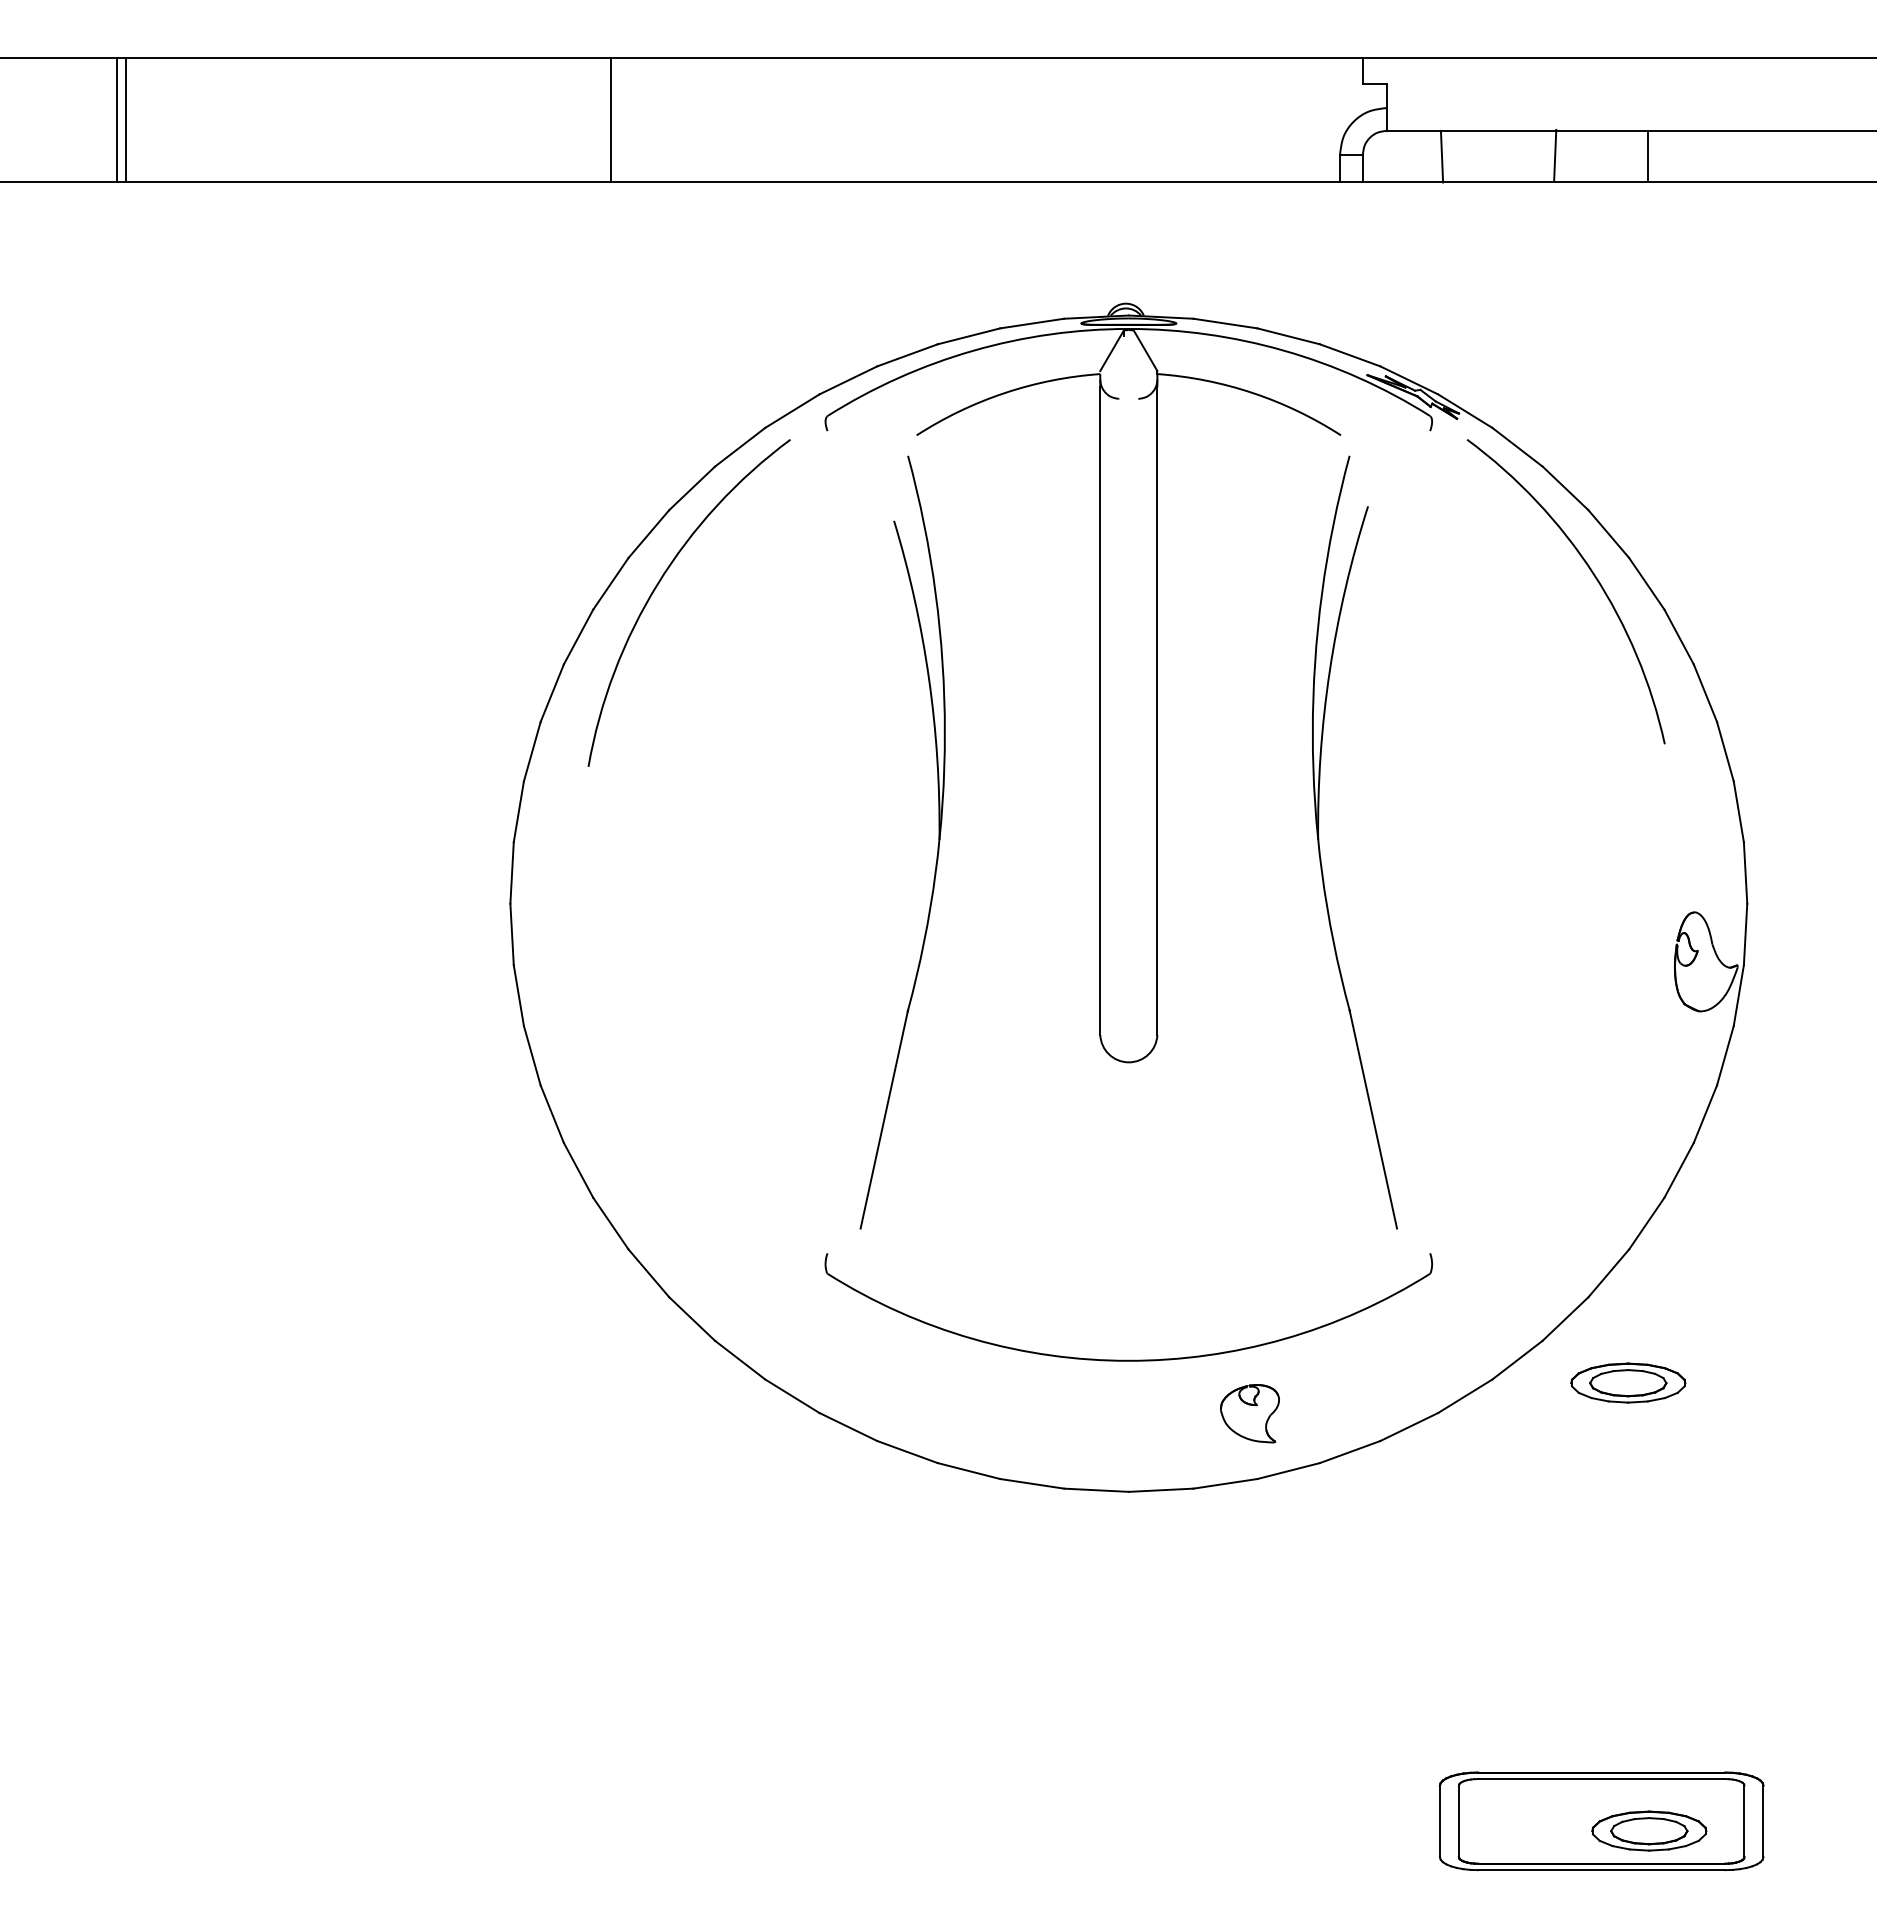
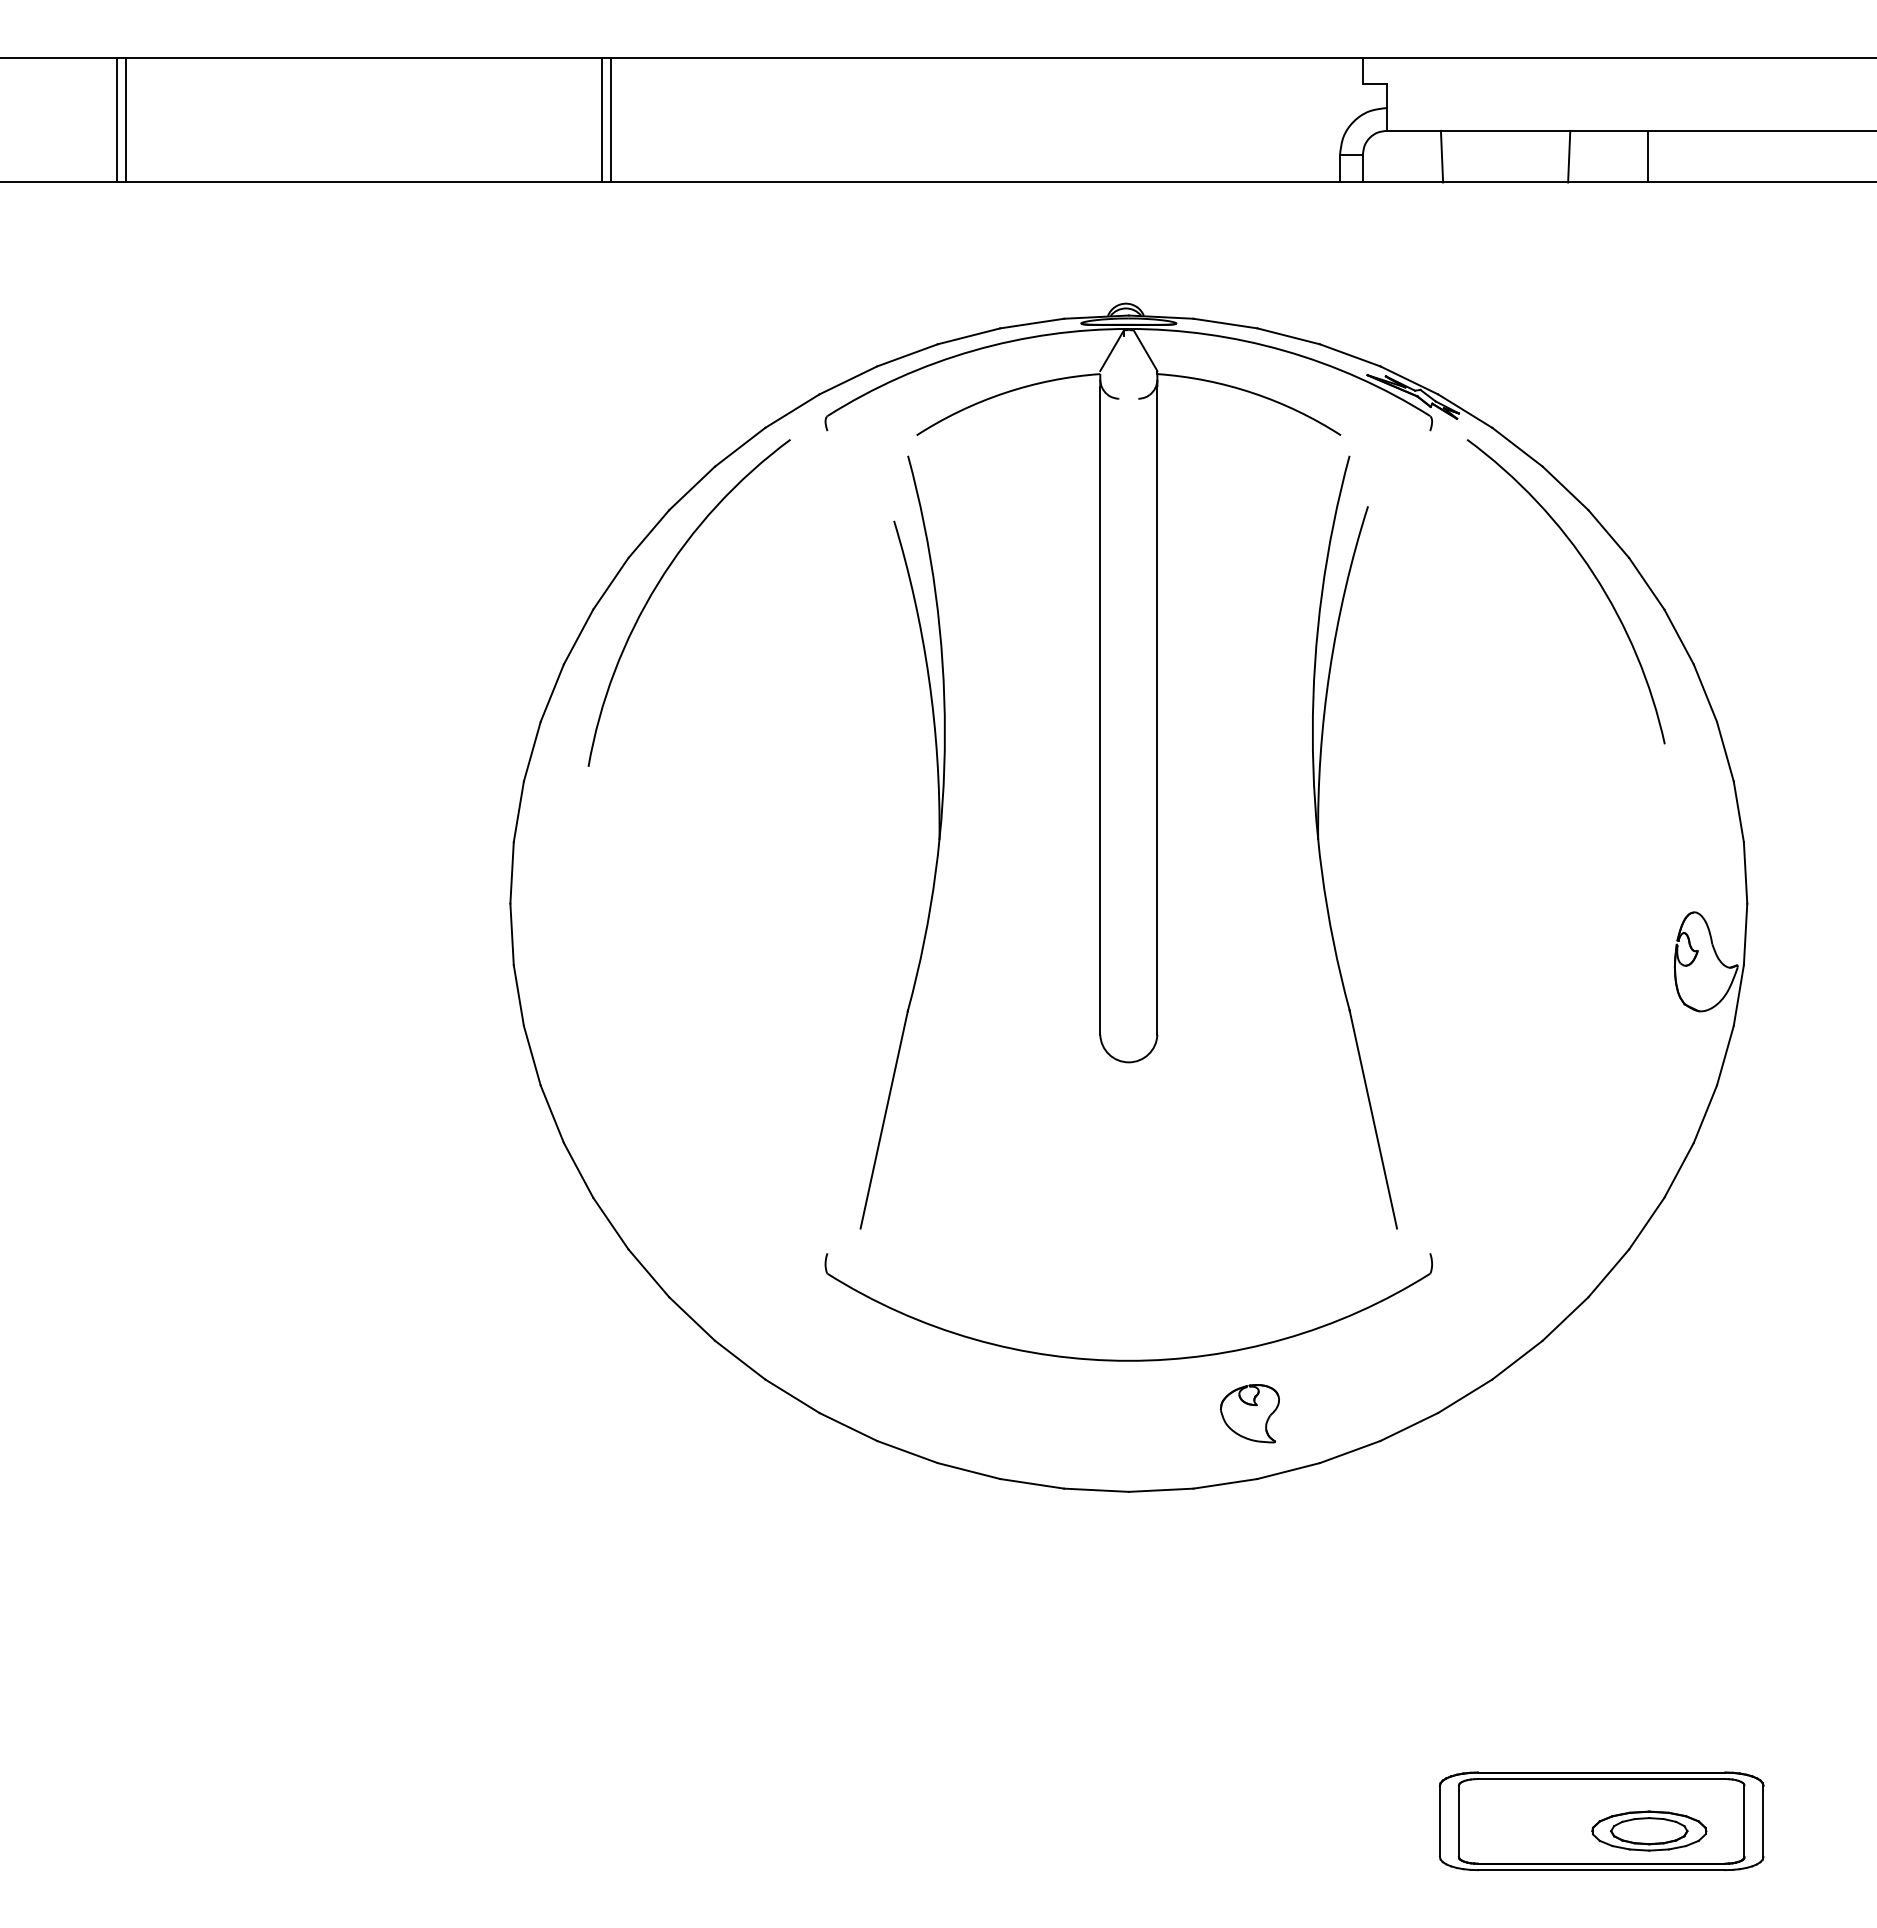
line at (601, 119): none -> present
line at (1555, 155) position: (1555, 155) -> (1569, 156)
part at (1628, 1382): present -> none
